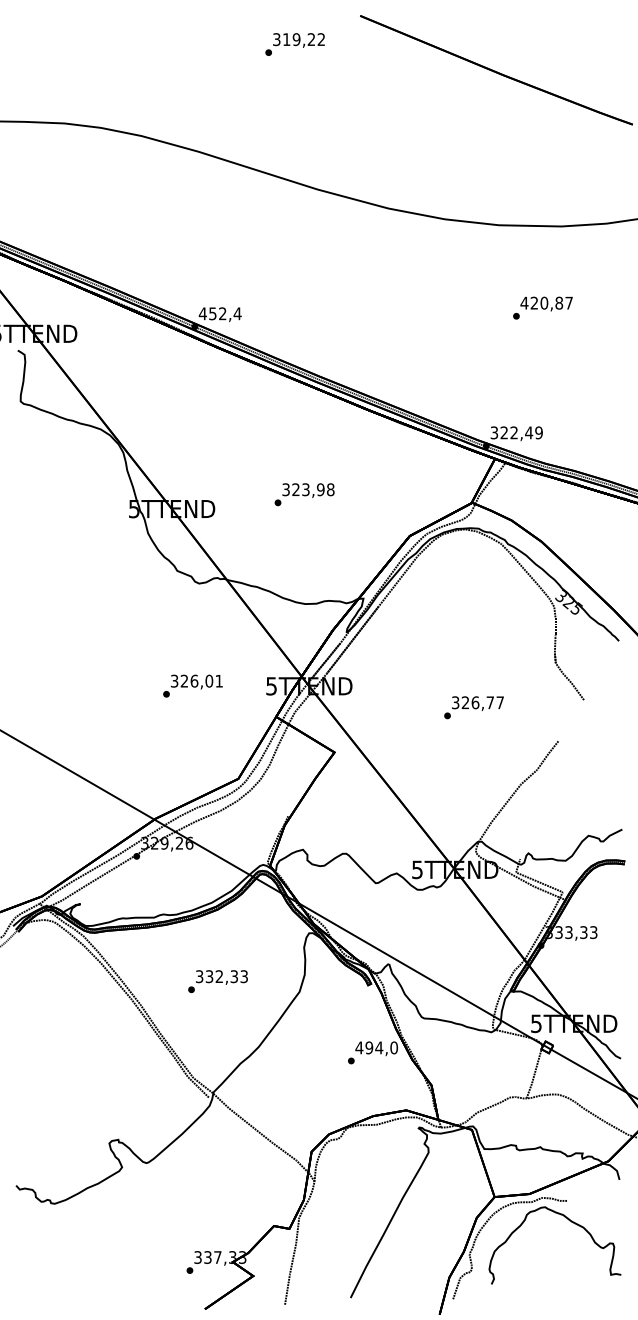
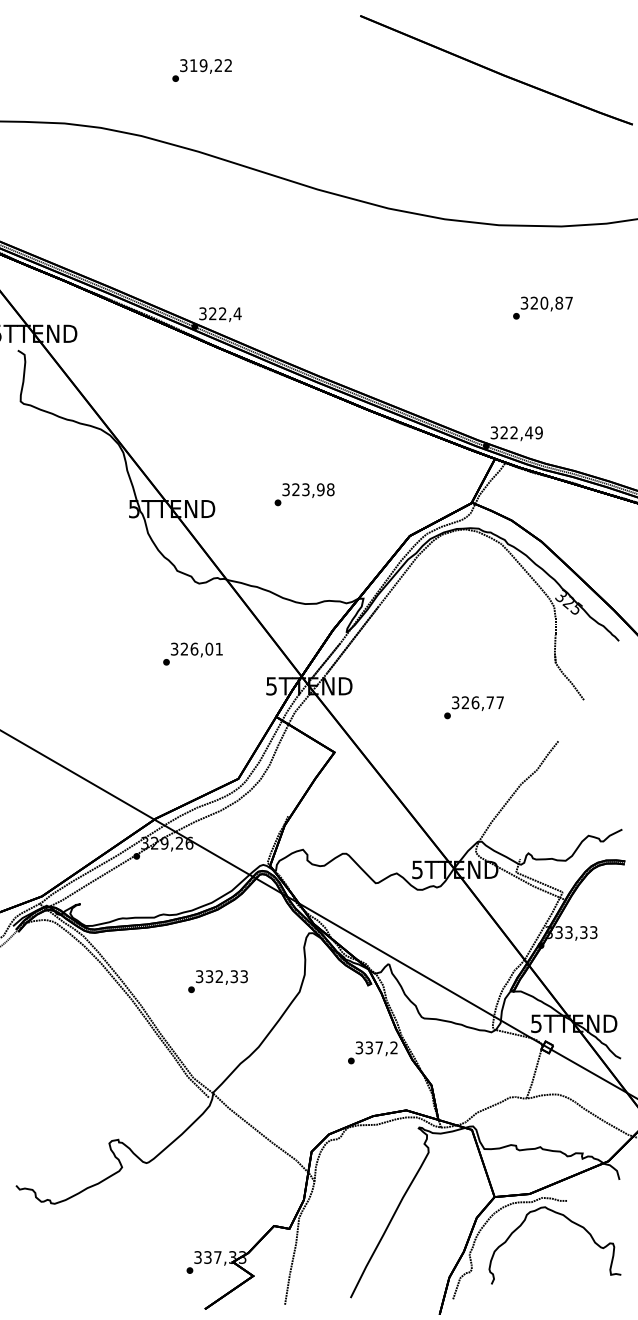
text at (294, 44) position: (294, 44) -> (201, 70)
text at (524, 302): 420,87 -> 320,87
text at (207, 313): 452,4 -> 322,4
text at (192, 685) position: (192, 685) -> (192, 653)
text at (376, 1047): 494,0 -> 337,2
